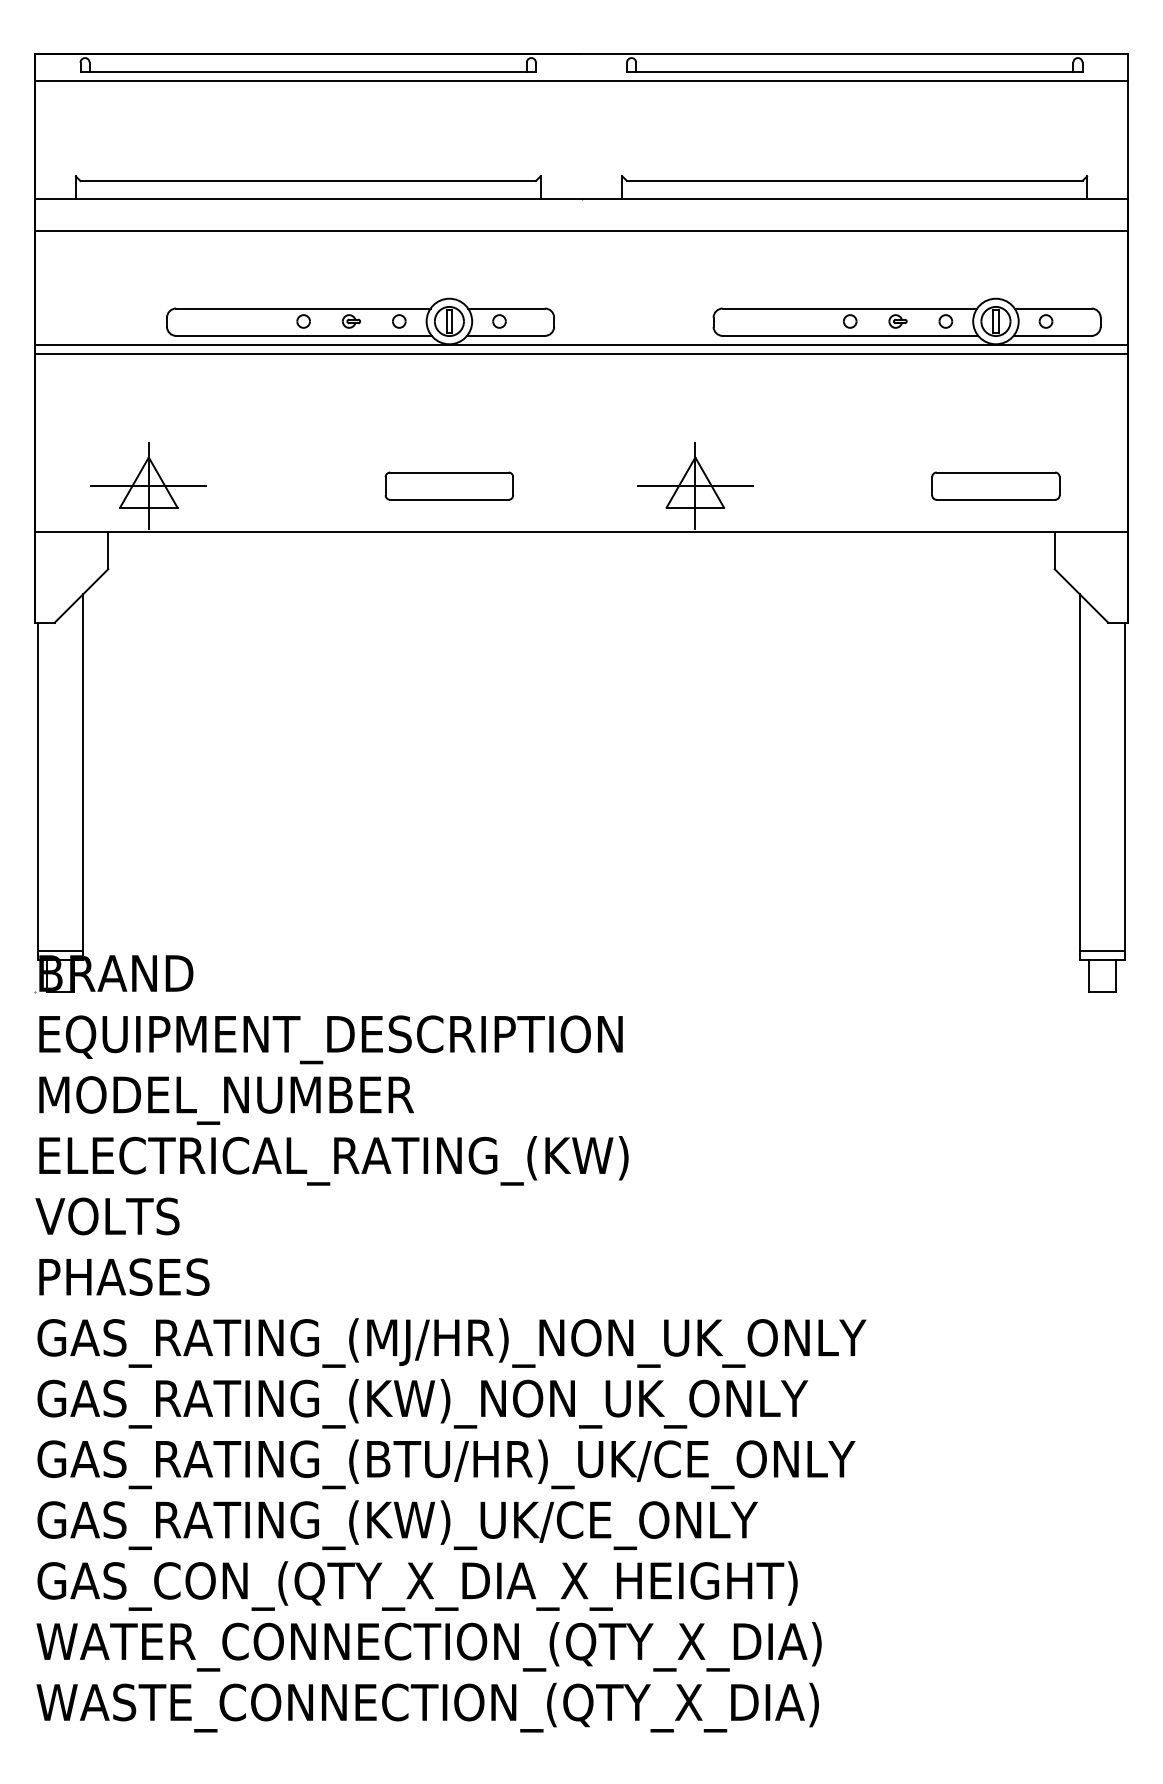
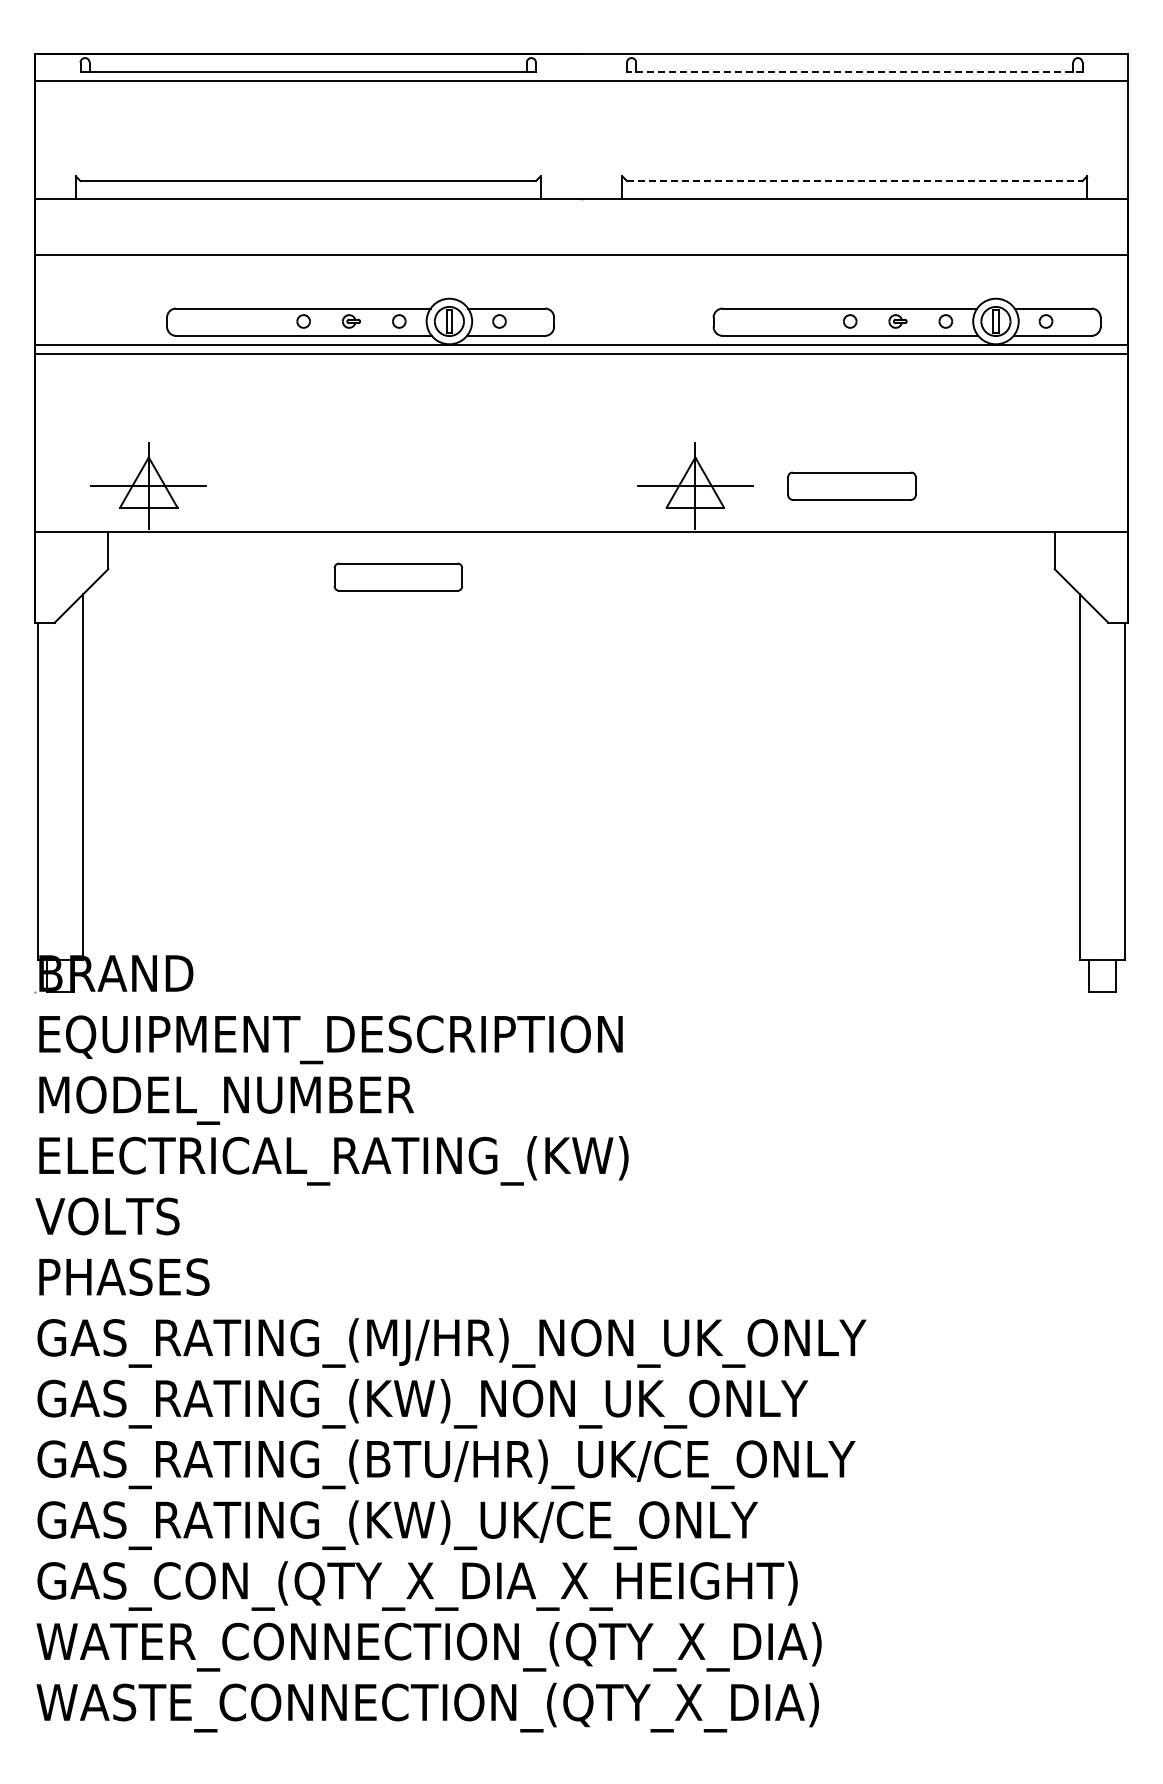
line at (854, 71): solid -> dashed
line at (854, 181): solid -> dashed
line at (581, 231) position: (581, 231) -> (581, 255)
part at (448, 485) position: (448, 485) -> (397, 576)
part at (995, 485) position: (995, 485) -> (851, 485)
line at (60, 950): present -> none
line at (1102, 950): present -> none
